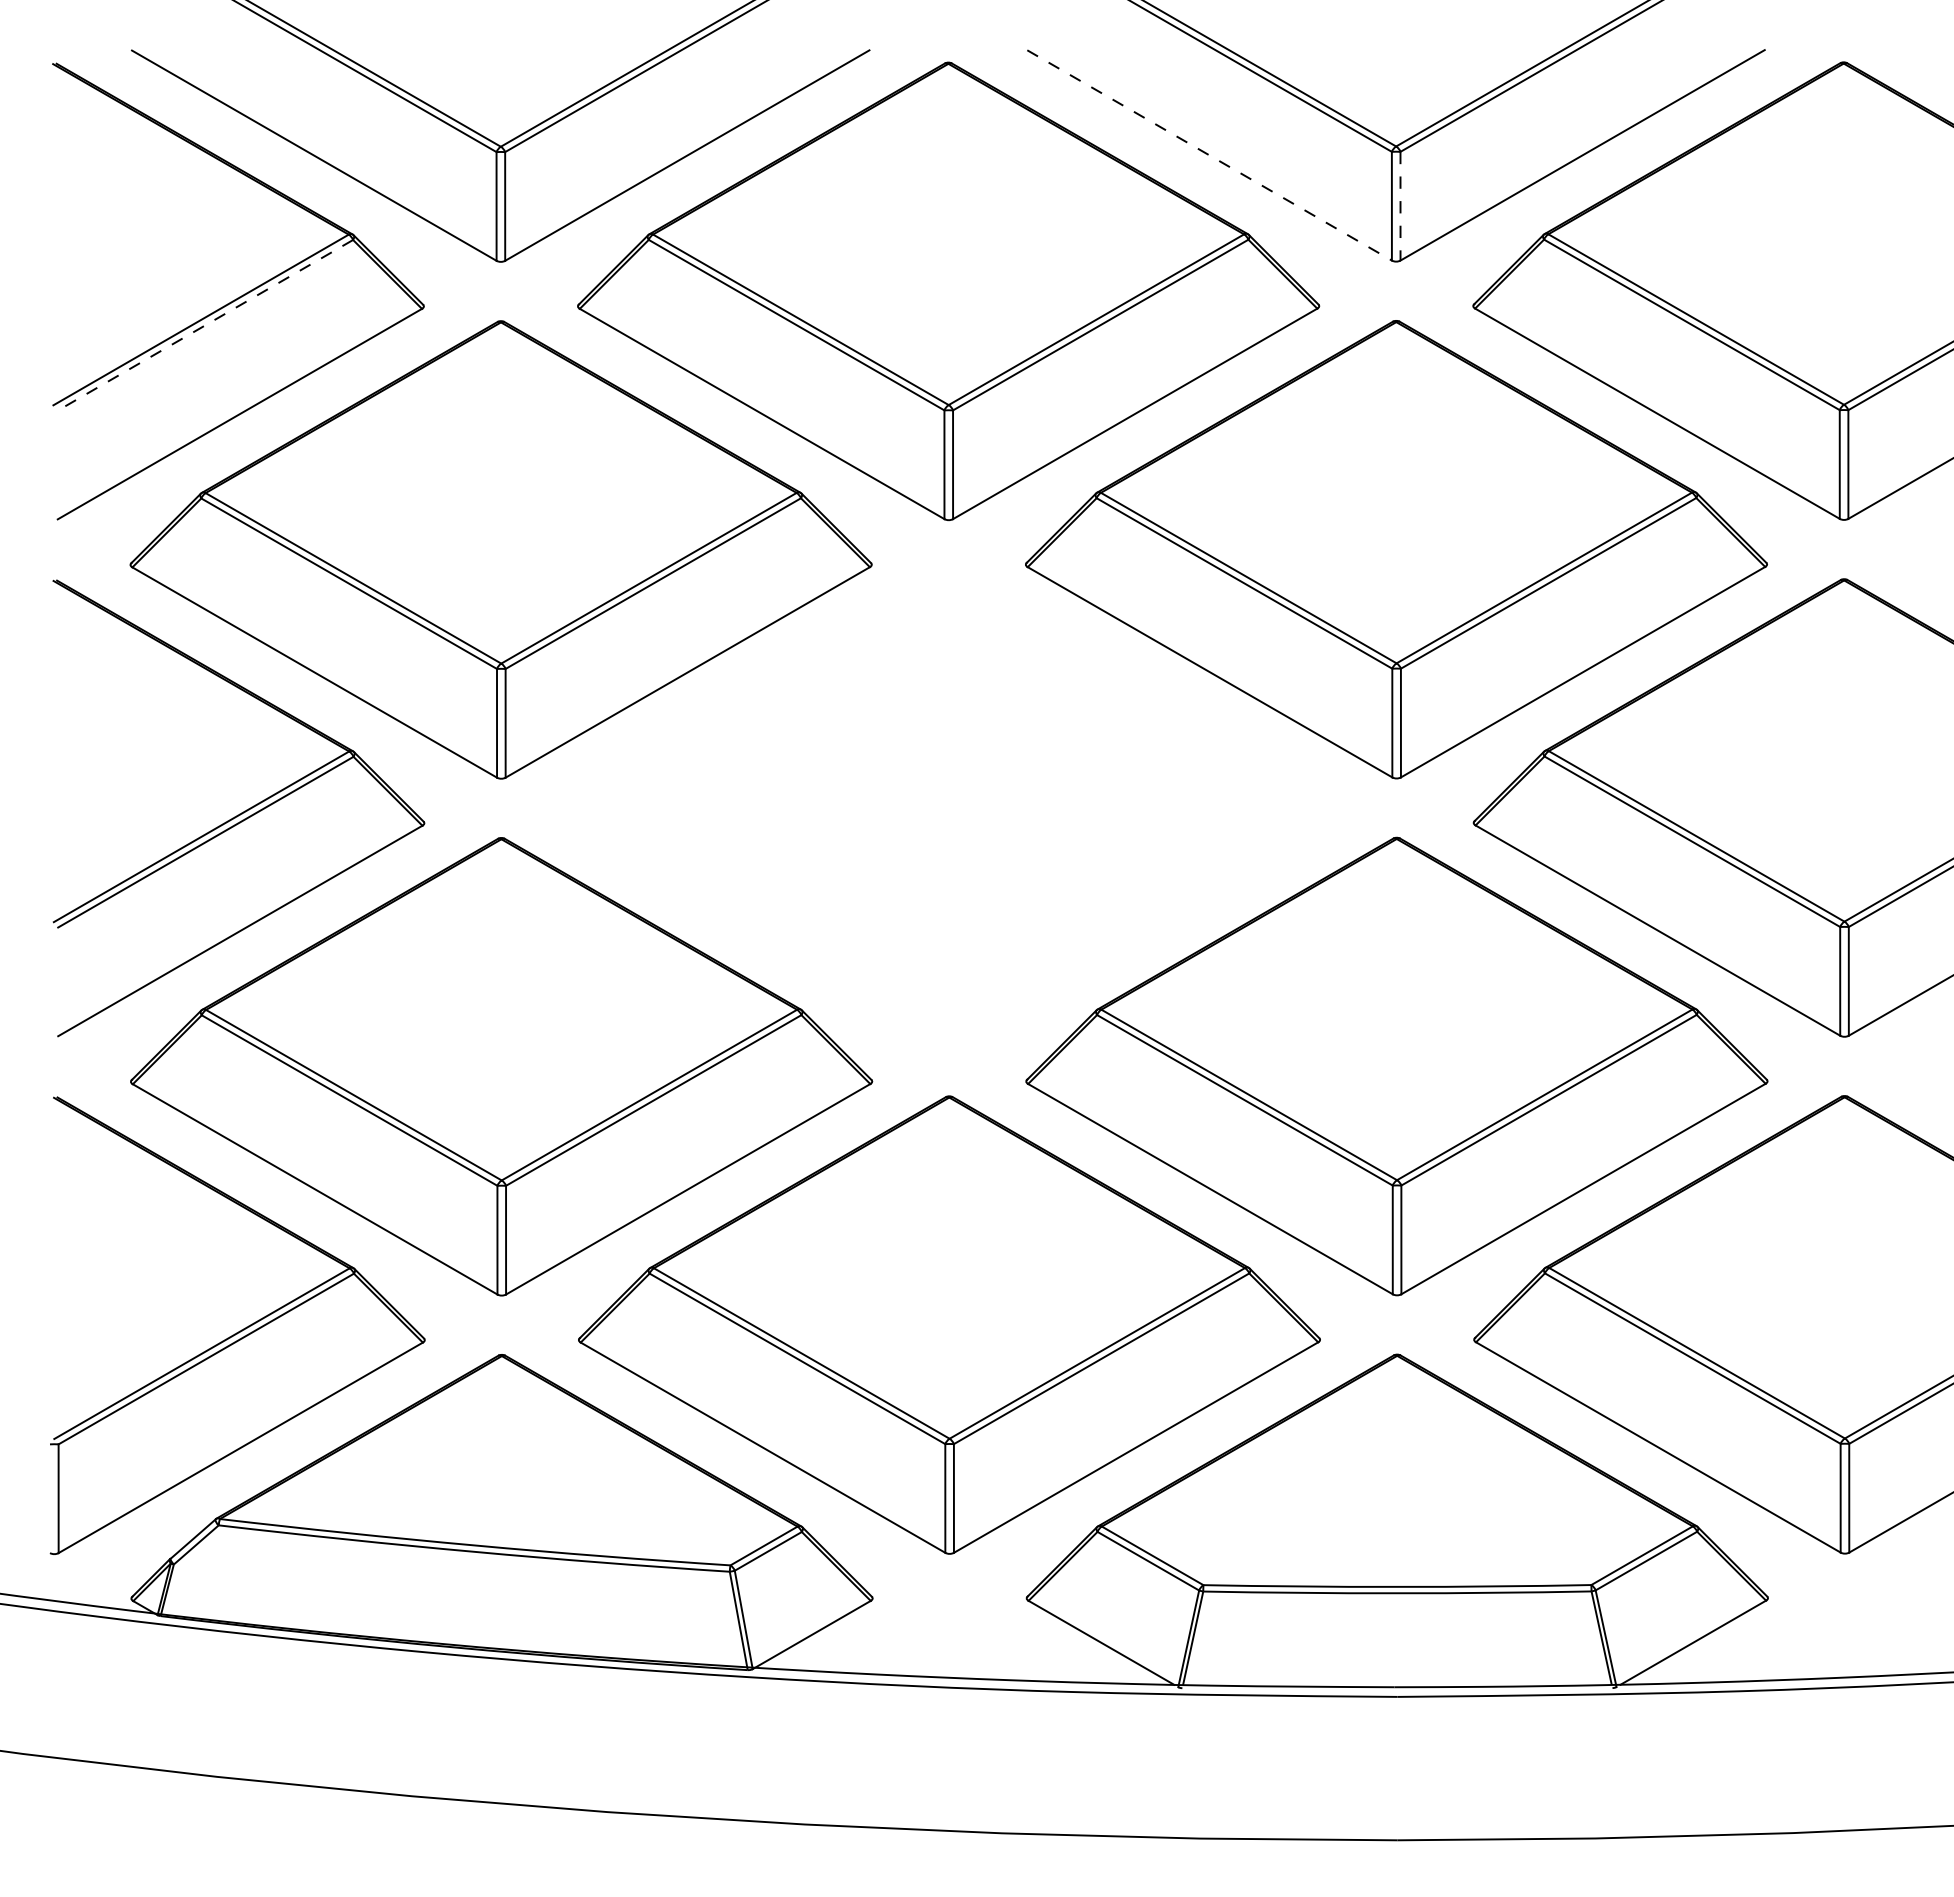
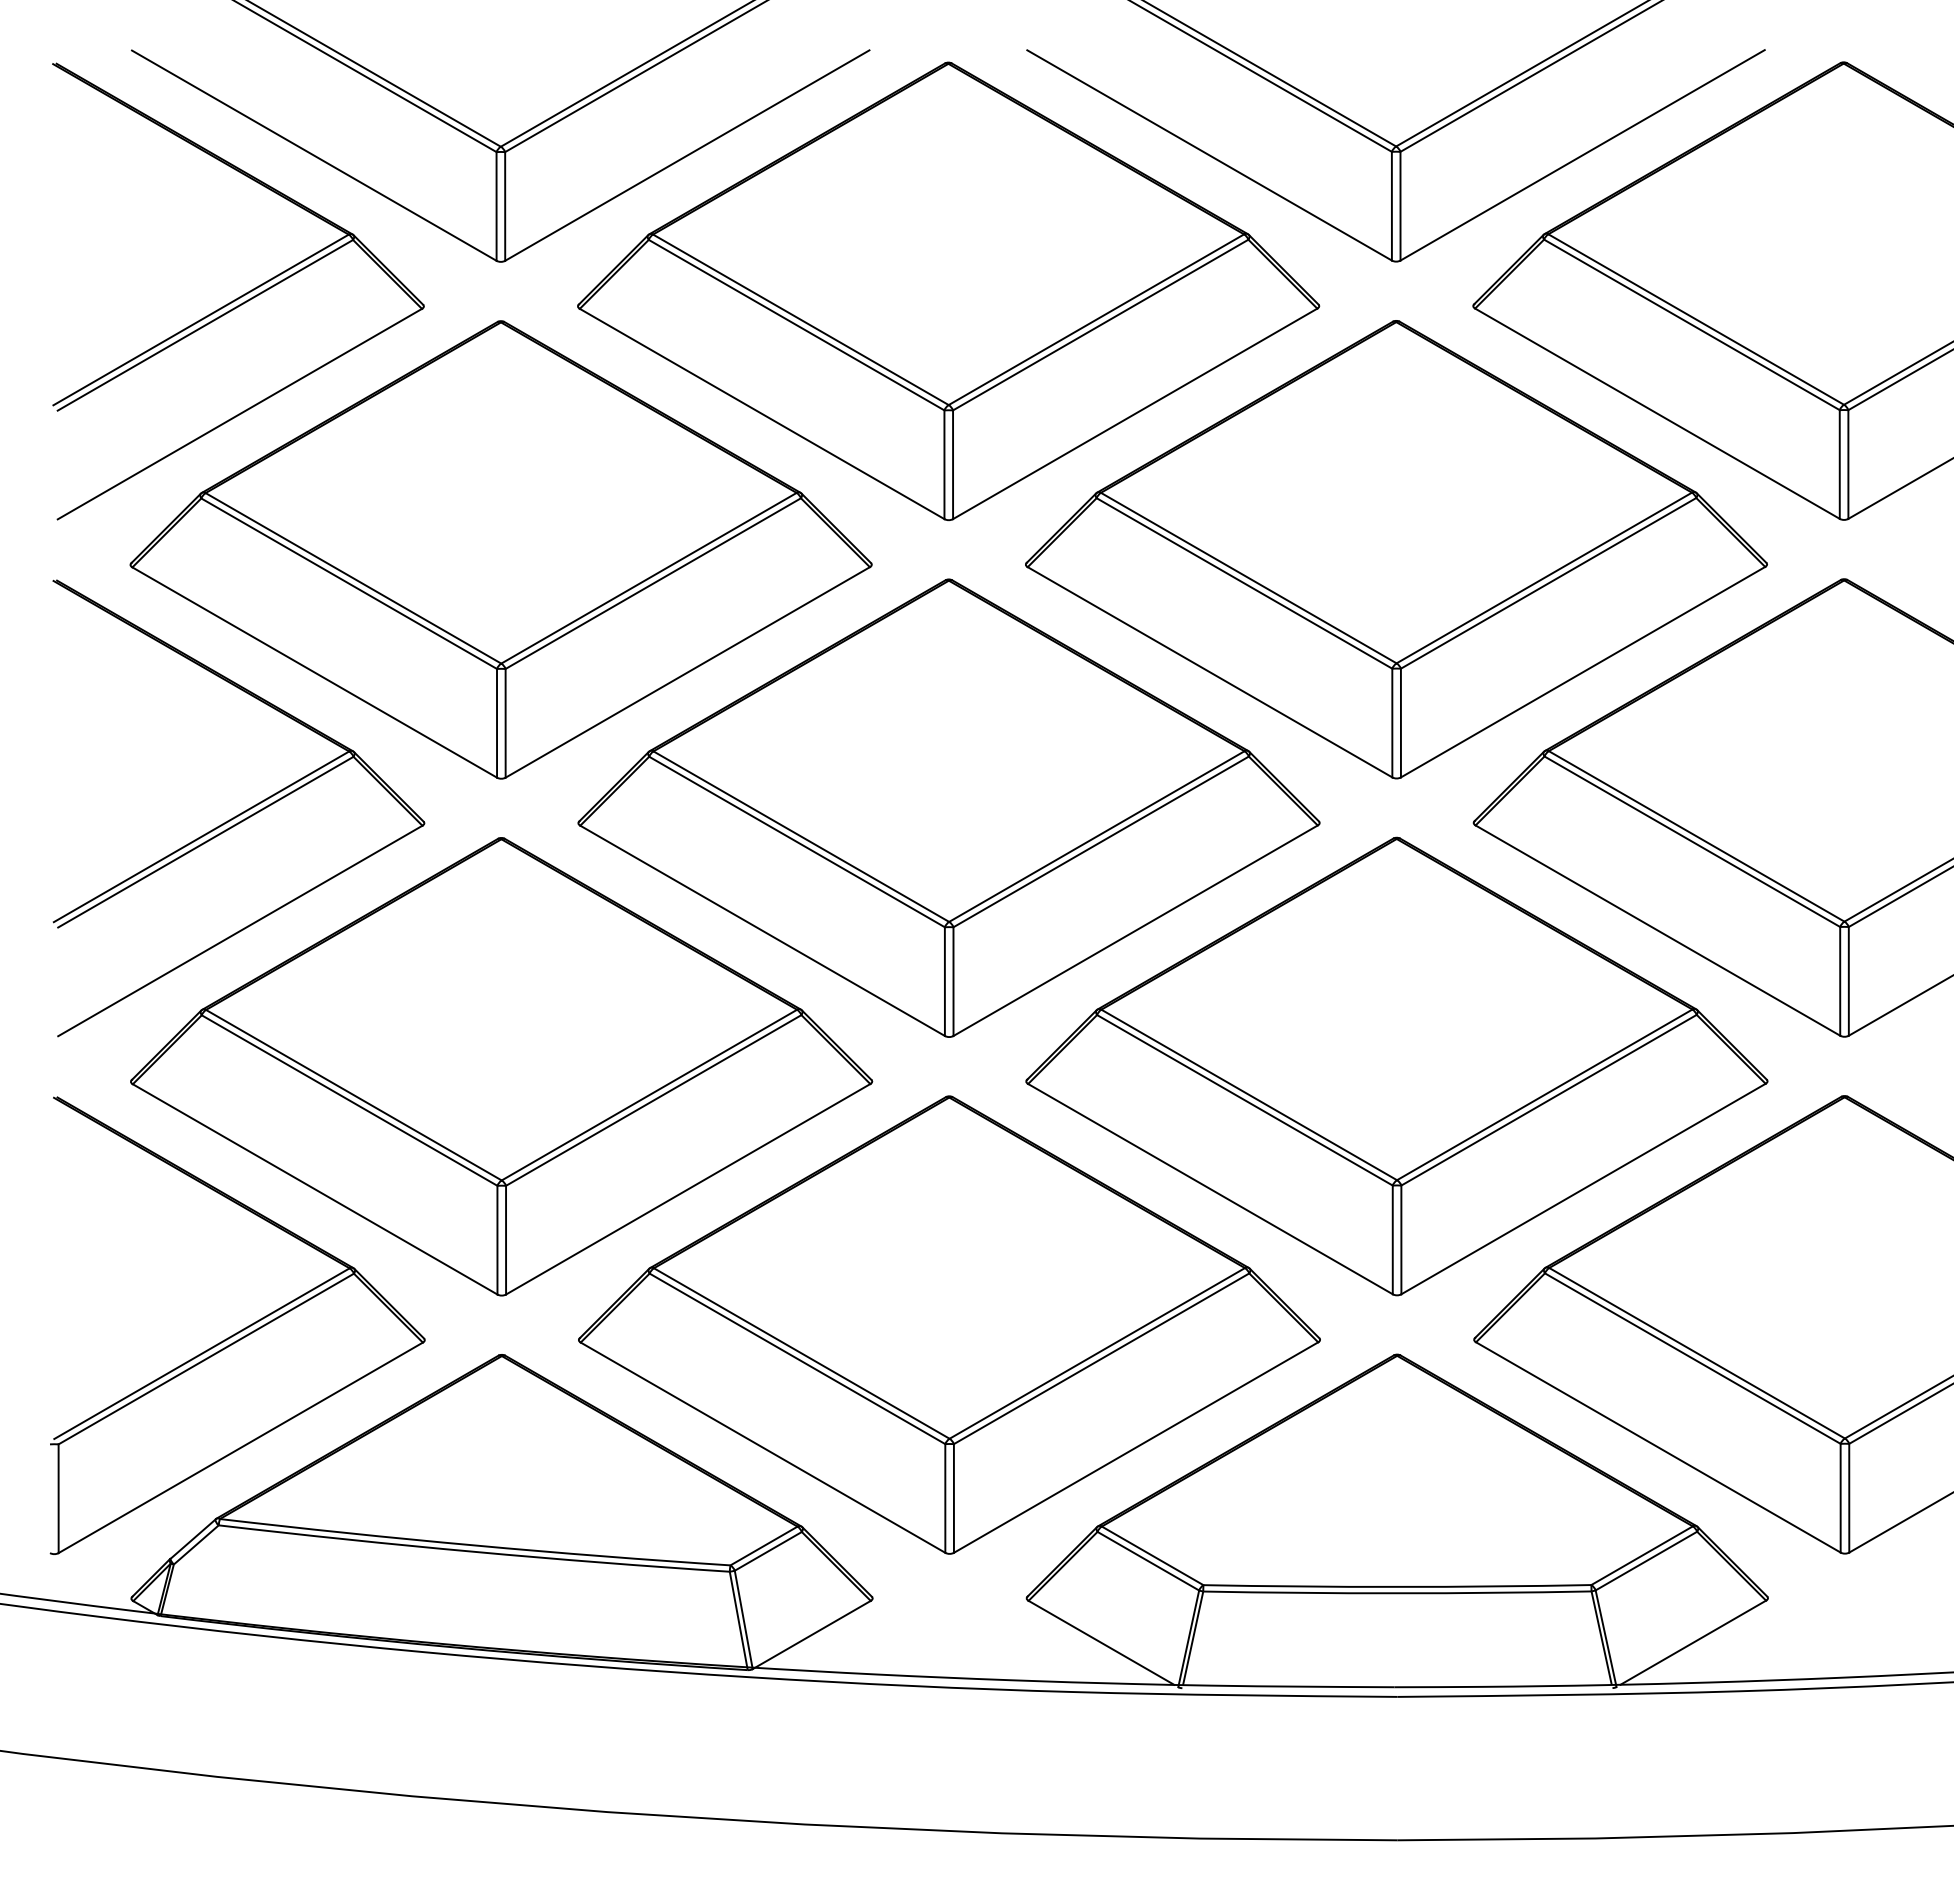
line at (1210, 155): dashed -> solid
line at (1400, 206): dashed -> solid
line at (205, 325): dashed -> solid
part at (948, 807): none -> present
